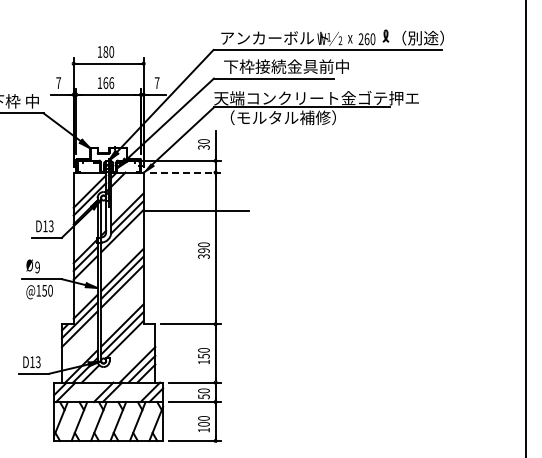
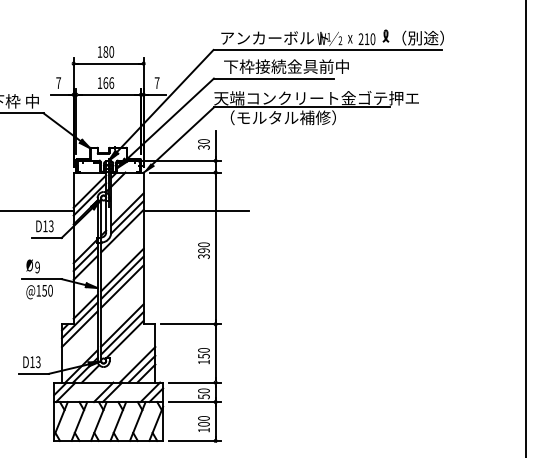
text at (366, 39): 260 -> 210
line at (185, 172): dashed -> solid
line at (37, 211): none -> present
